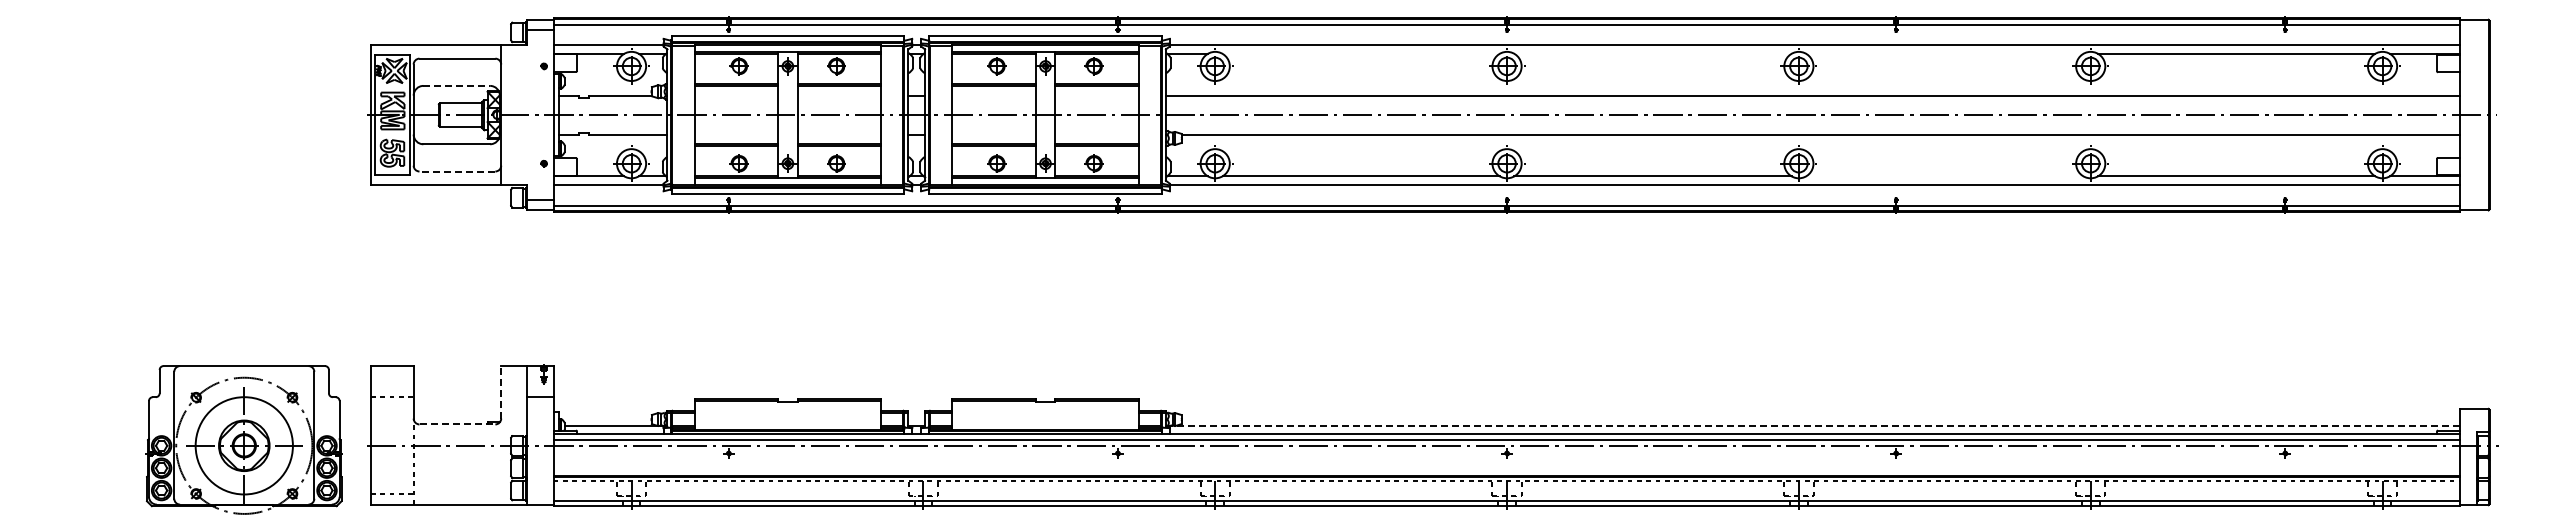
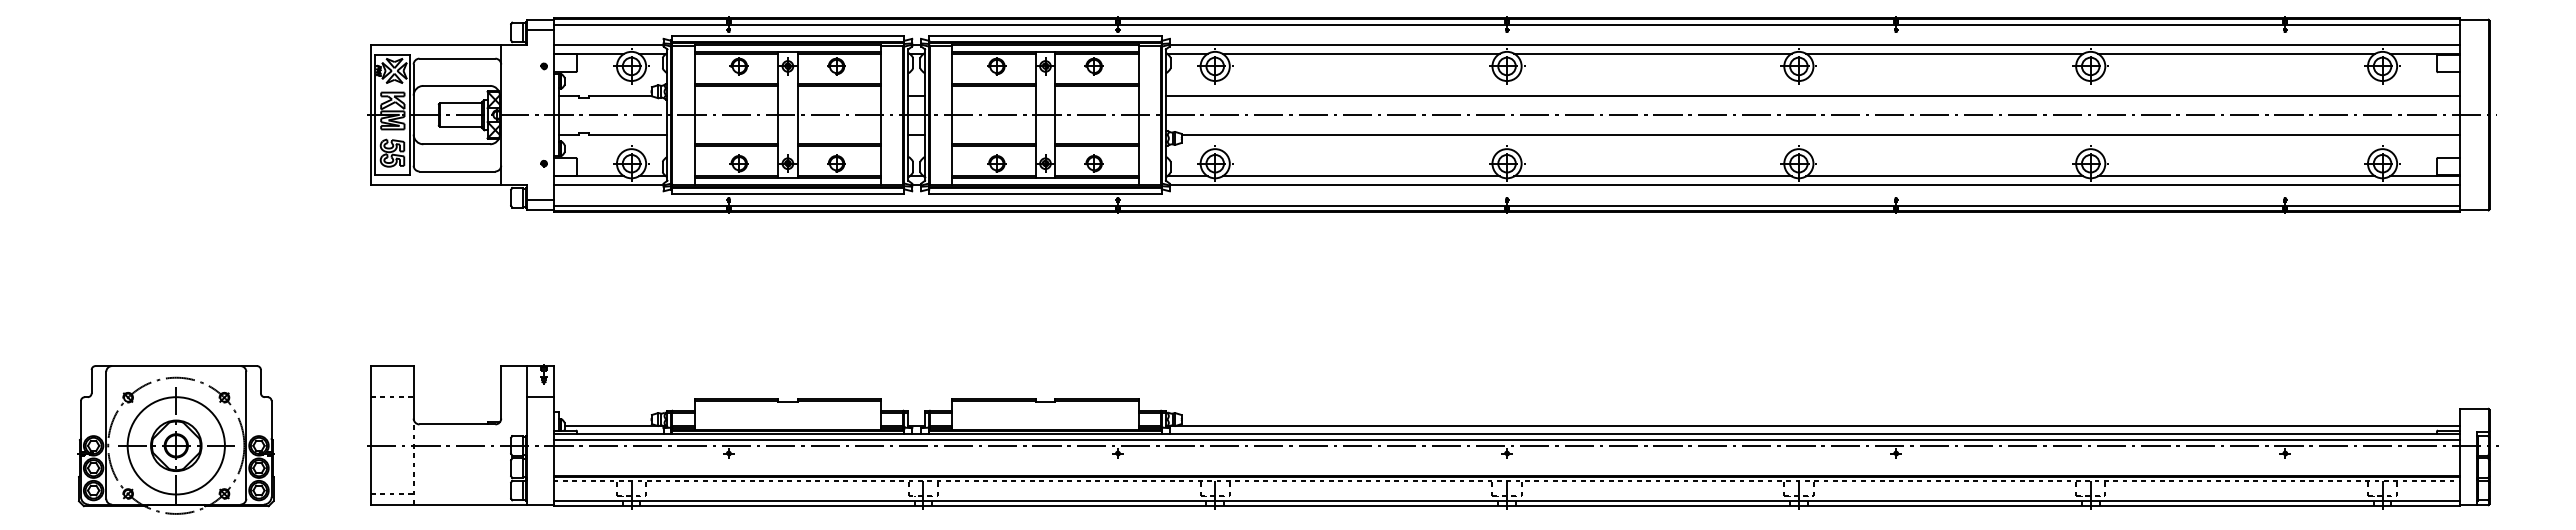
line at (1360, 53): none -> present
line at (1652, 53): none -> present
line at (1944, 53): none -> present
line at (457, 85): dashed -> solid
line at (457, 171): dashed -> solid
line at (1944, 176): none -> present
line at (501, 391): dashed -> solid
line at (457, 424): dashed -> solid
line at (1812, 426): dashed -> solid
part at (243, 439) position: (243, 439) -> (175, 439)
